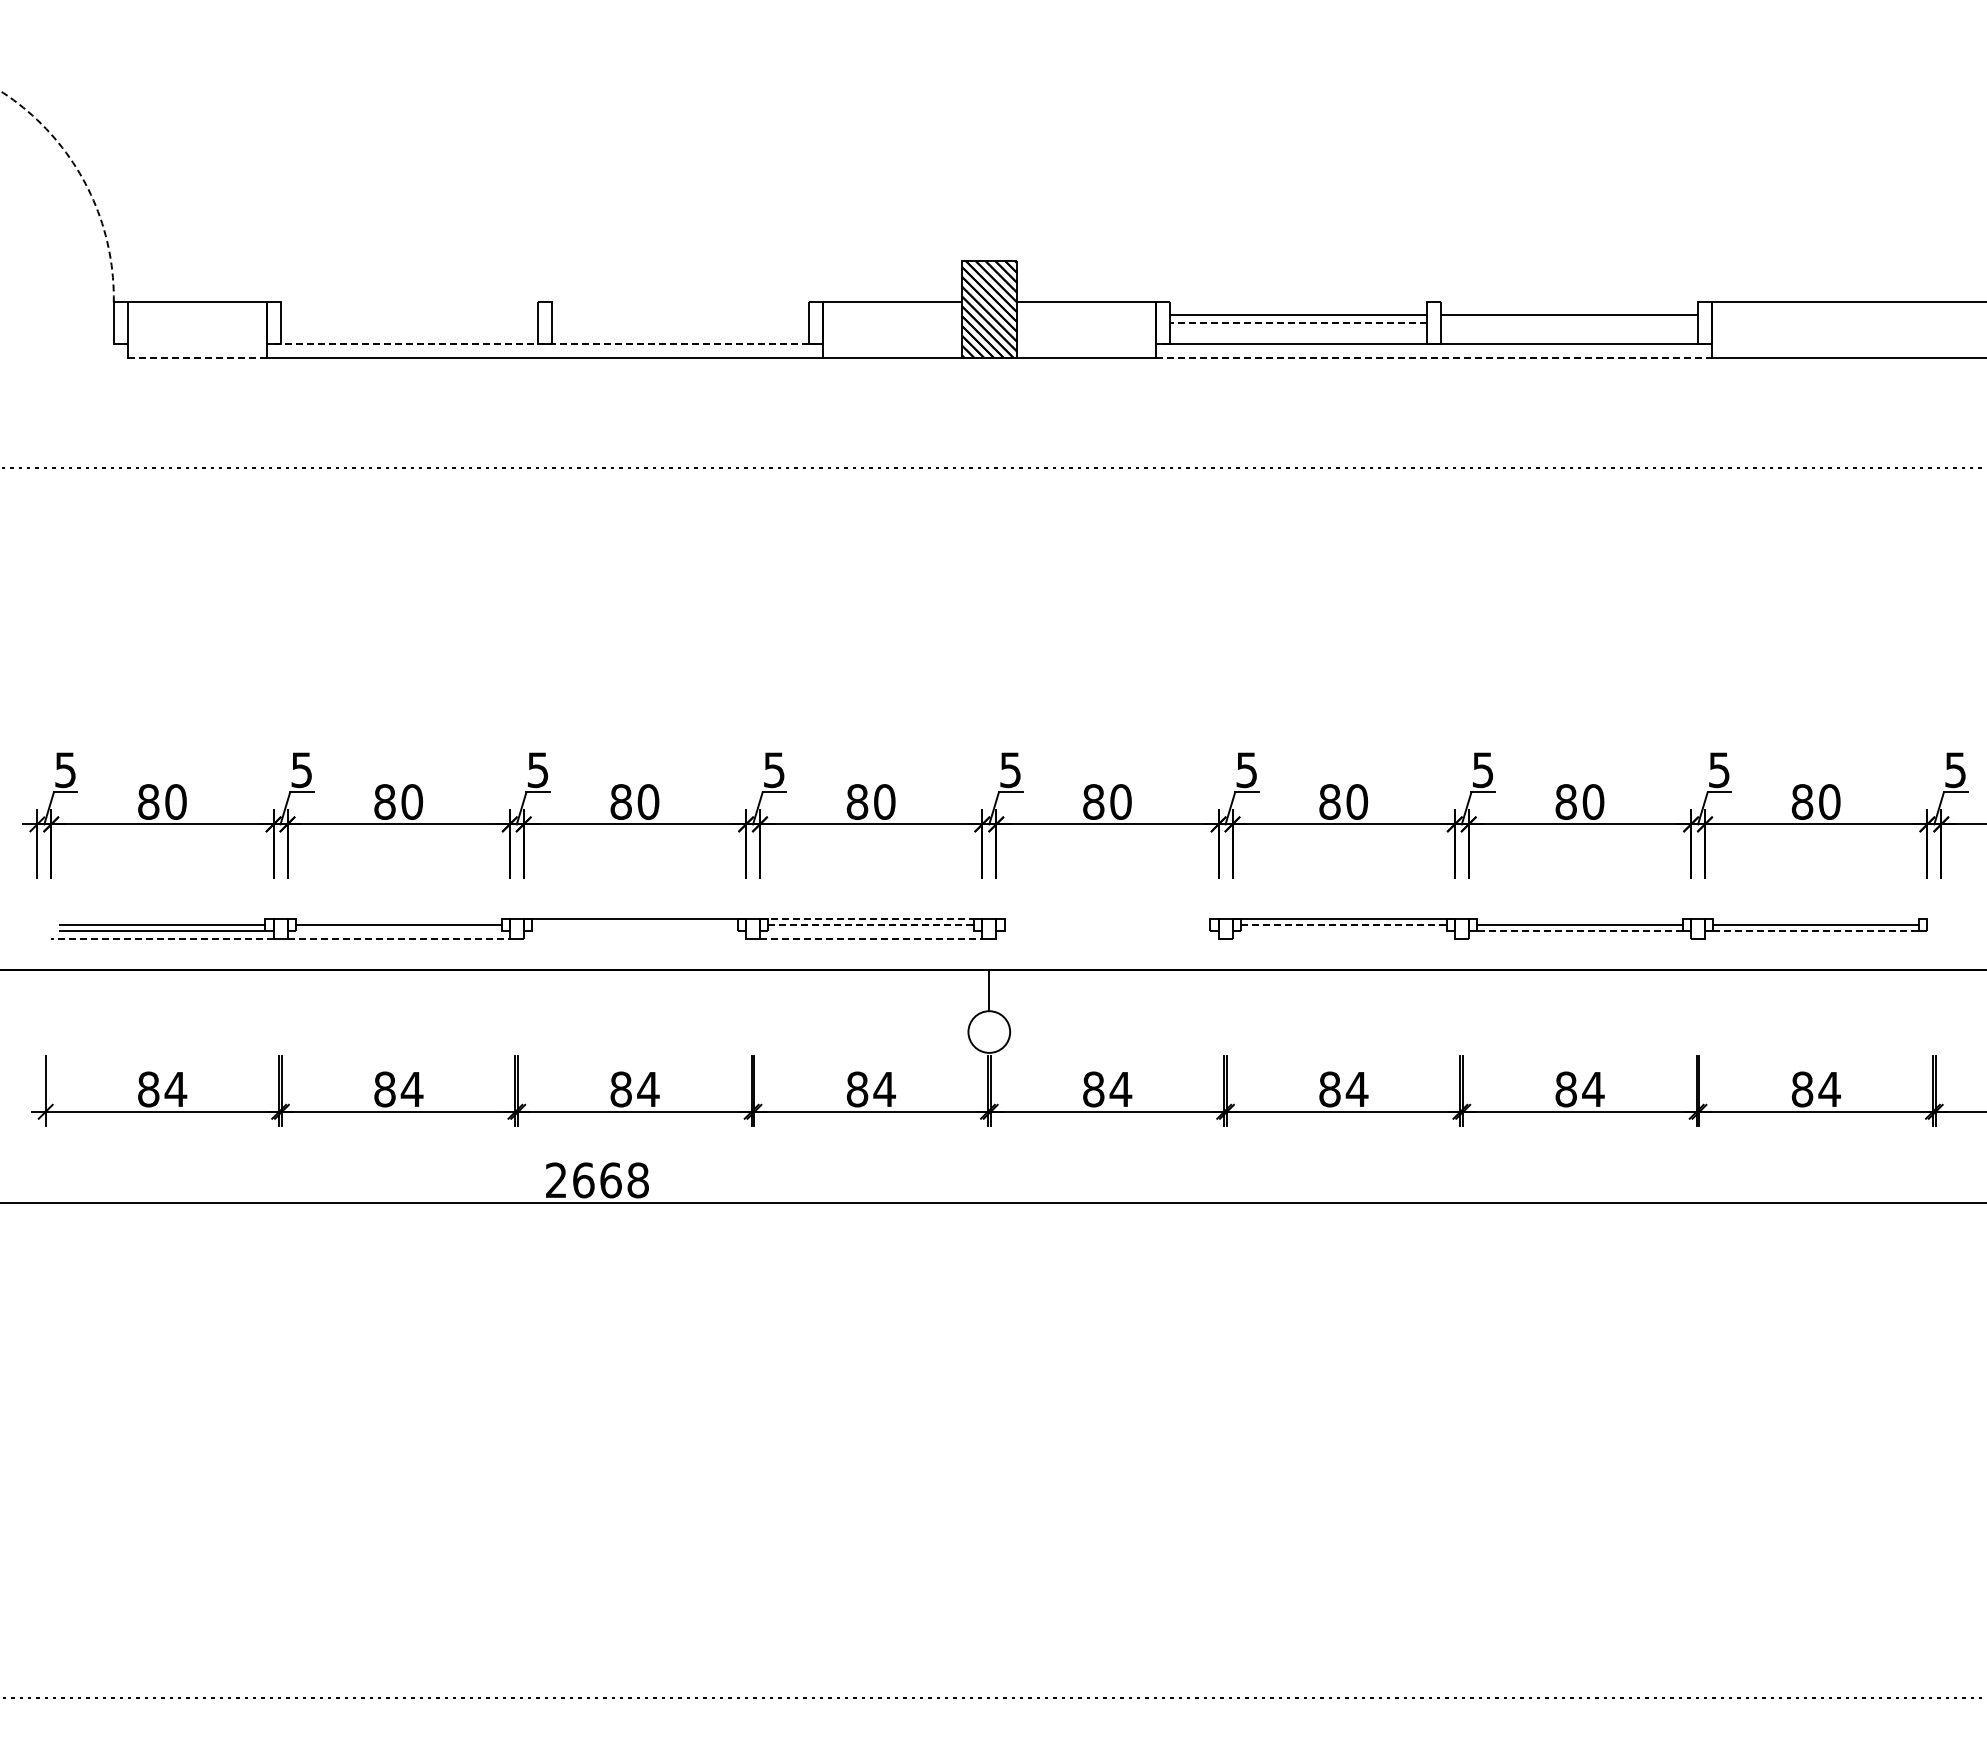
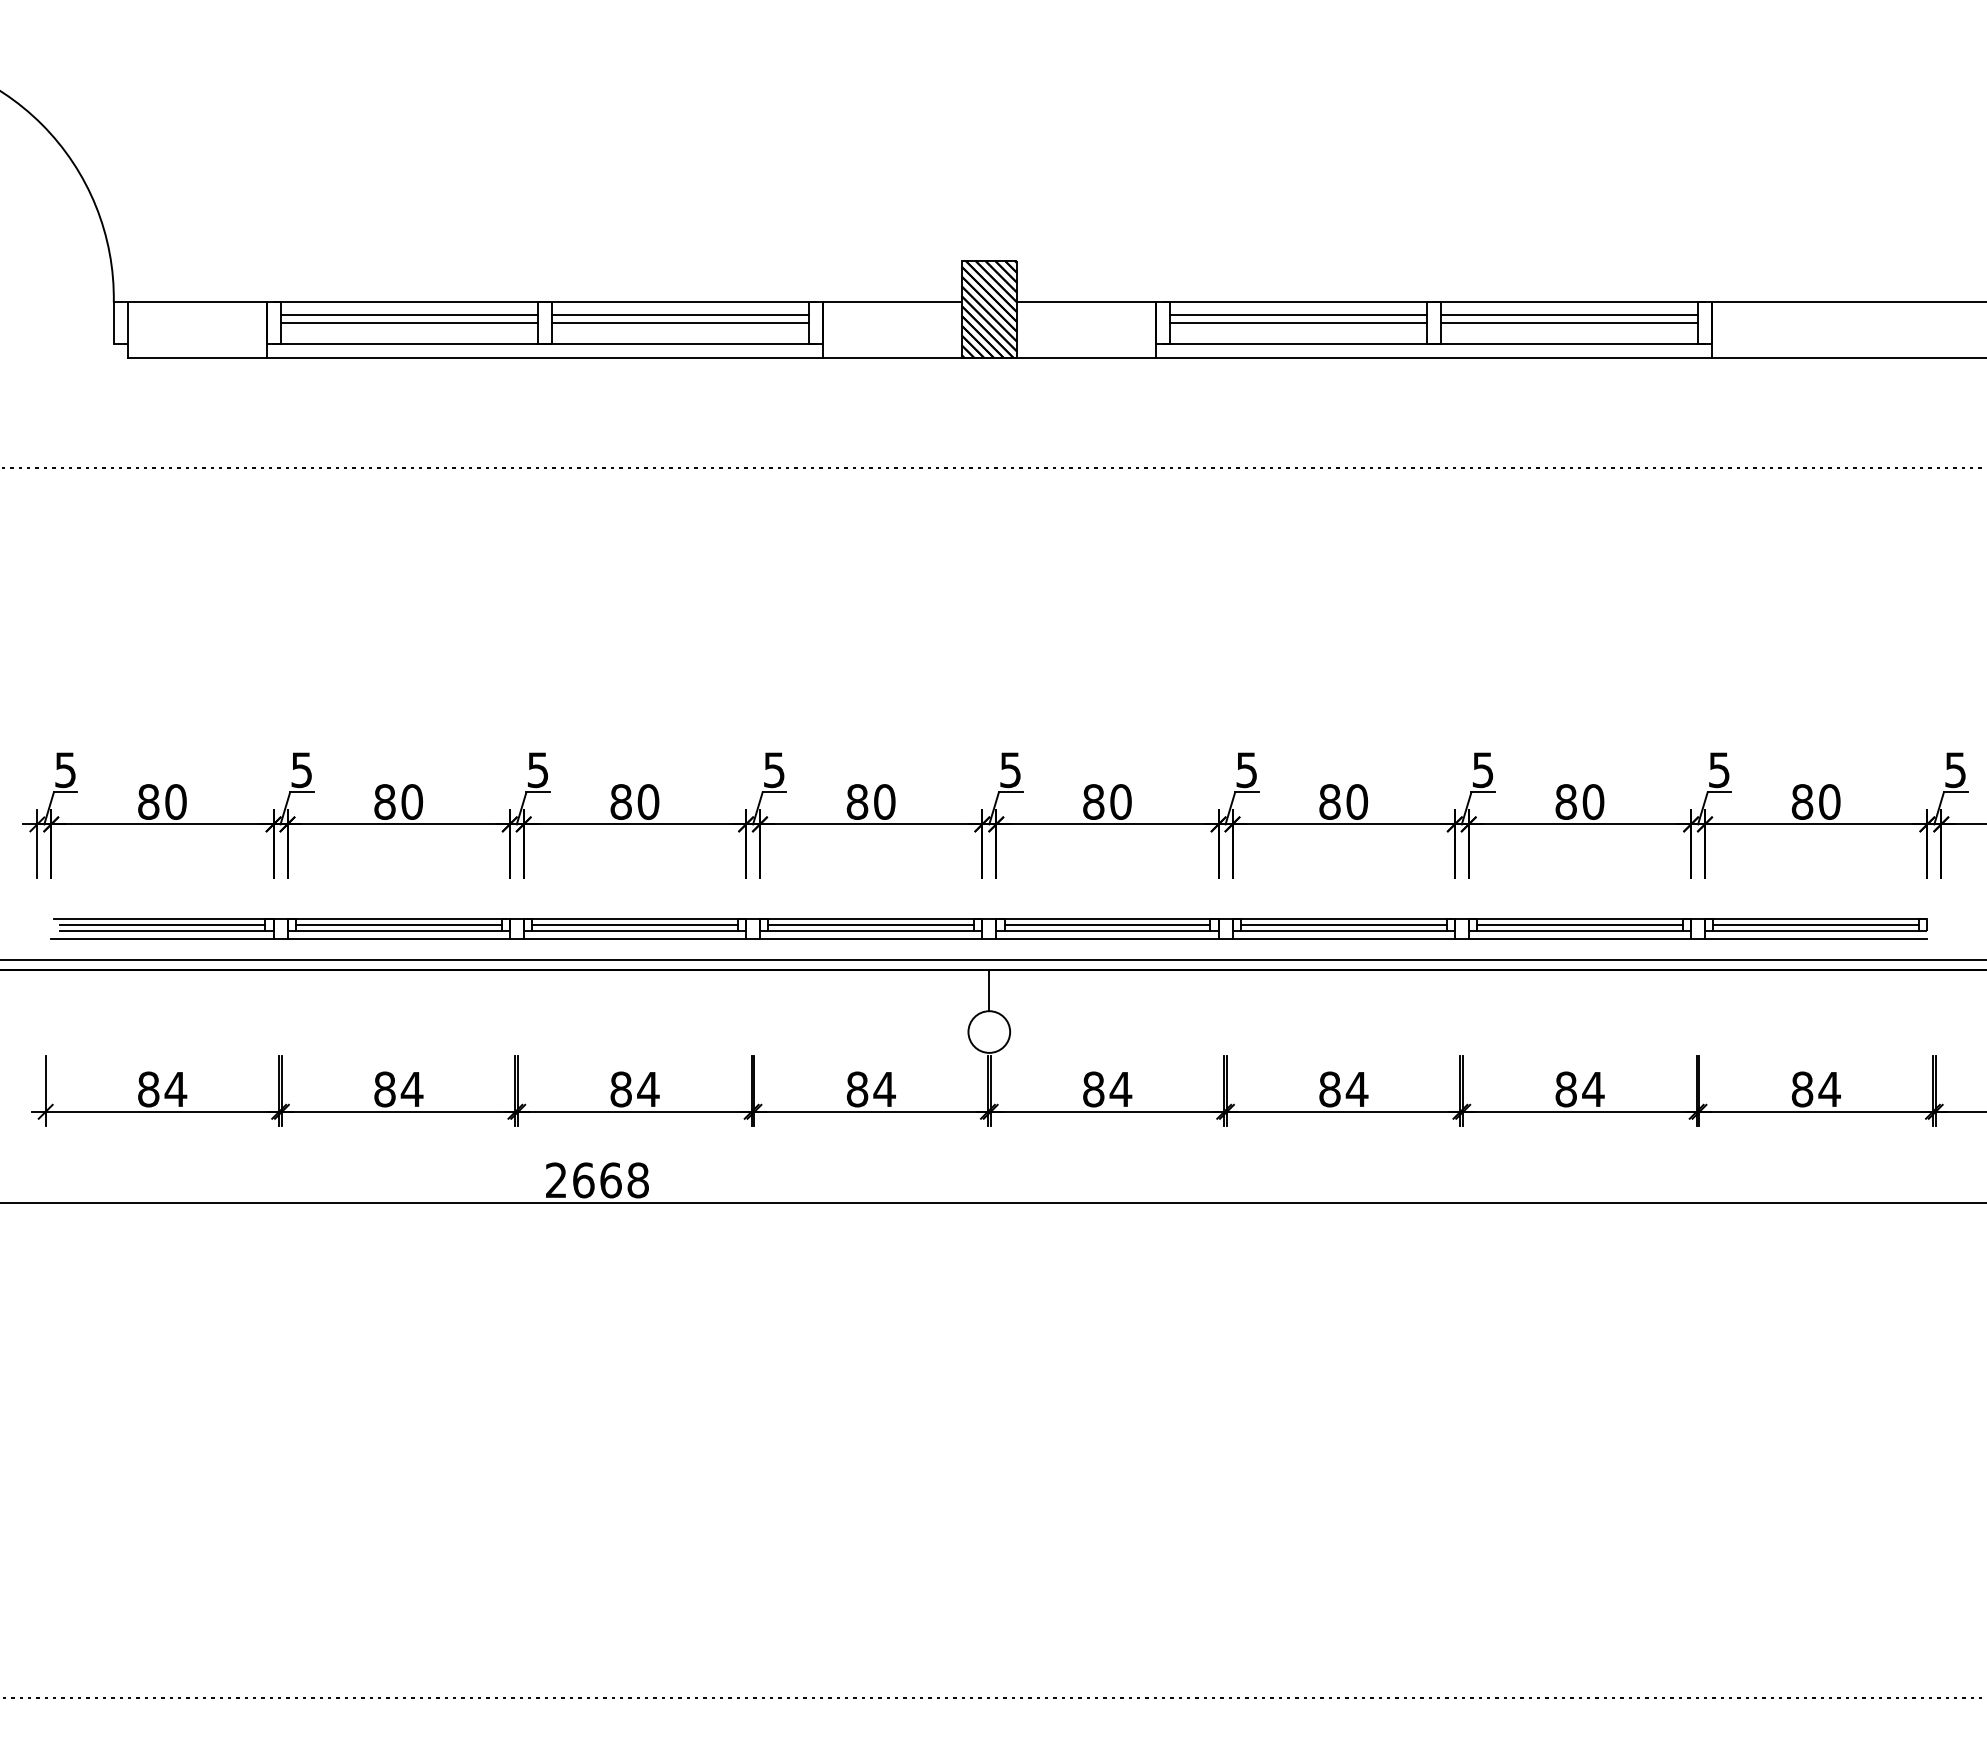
arc at (84, 182): dashed -> solid
line at (544, 302): none -> present
line at (1434, 302): none -> present
line at (408, 314): none -> present
line at (679, 314): none -> present
line at (408, 323): none -> present
line at (679, 323): none -> present
line at (1298, 323): dashed -> solid
line at (1569, 323): none -> present
line at (544, 344): dashed -> solid
line at (197, 358): dashed -> solid
line at (1434, 358): dashed -> solid
line at (163, 919): none -> present
line at (397, 919): none -> present
line at (869, 919): dashed -> solid
line at (1108, 919): none -> present
line at (1581, 919): none -> present
line at (1814, 919): none -> present
line at (634, 925): none -> present
line at (871, 925): dashed -> solid
line at (1107, 925): none -> present
line at (1343, 925): dashed -> solid
line at (398, 930): none -> present
line at (634, 930): none -> present
line at (871, 930): none -> present
line at (1107, 930): none -> present
line at (1343, 930): none -> present
line at (1579, 930): dashed -> solid
line at (1816, 930): dashed -> solid
line at (161, 938): dashed -> solid
line at (399, 938): dashed -> solid
line at (634, 938): none -> present
line at (871, 938): dashed -> solid
line at (1107, 938): none -> present
line at (1343, 938): none -> present
line at (1579, 938): none -> present
line at (1816, 938): none -> present
line at (992, 959): none -> present
